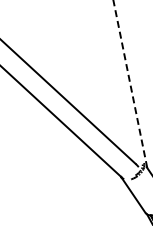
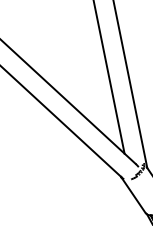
line at (109, 77): none -> present
line at (130, 83): dashed -> solid
